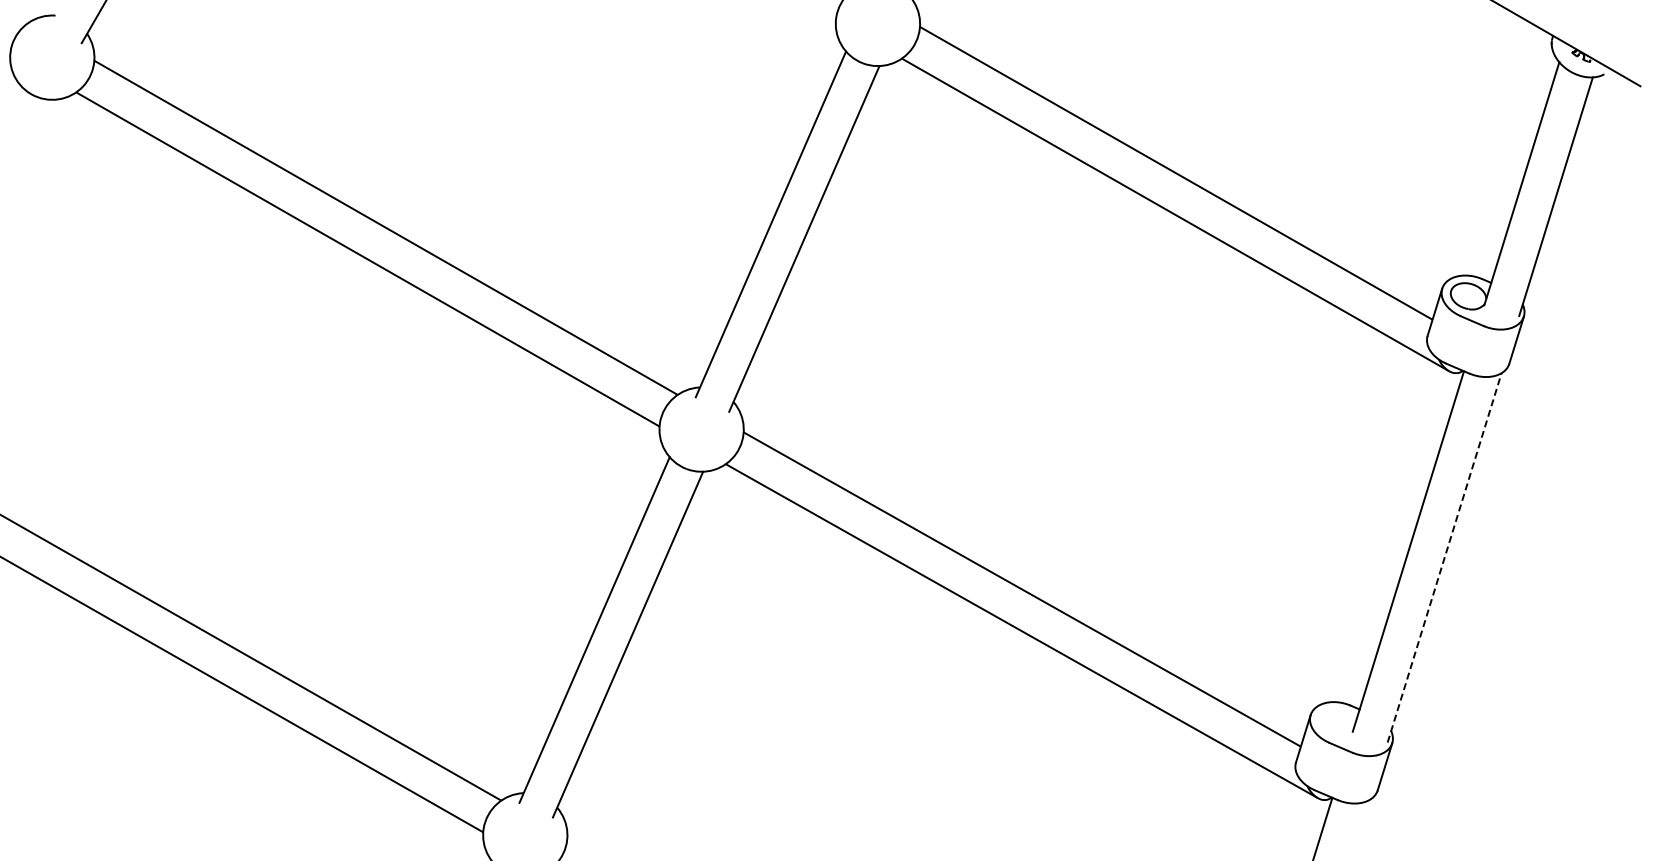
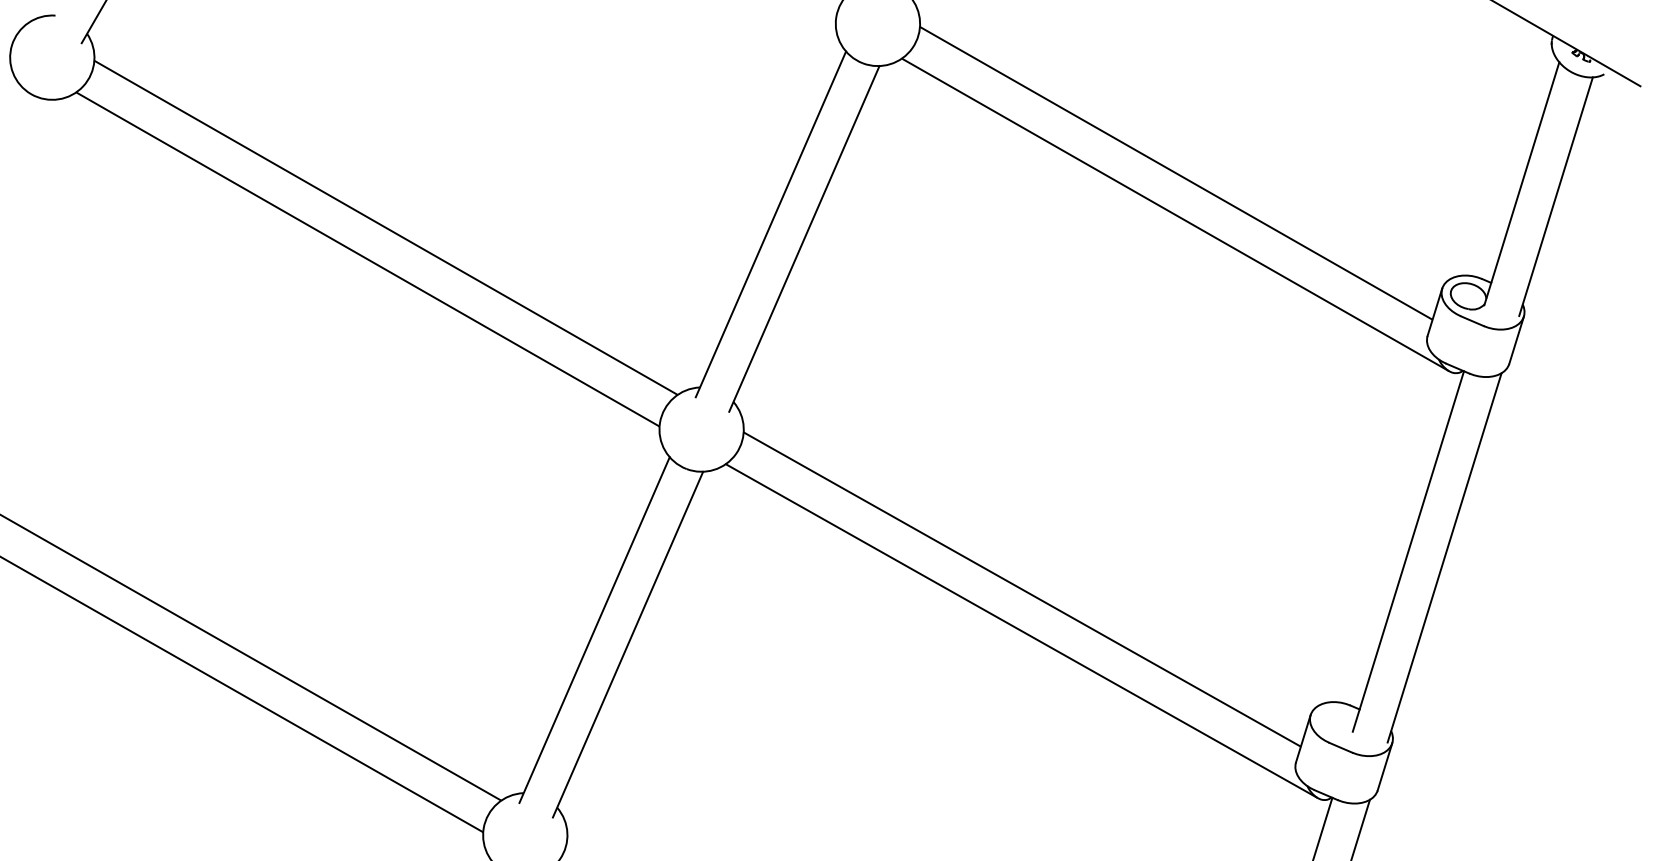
line at (1444, 557): dashed -> solid
line at (1360, 828): none -> present
